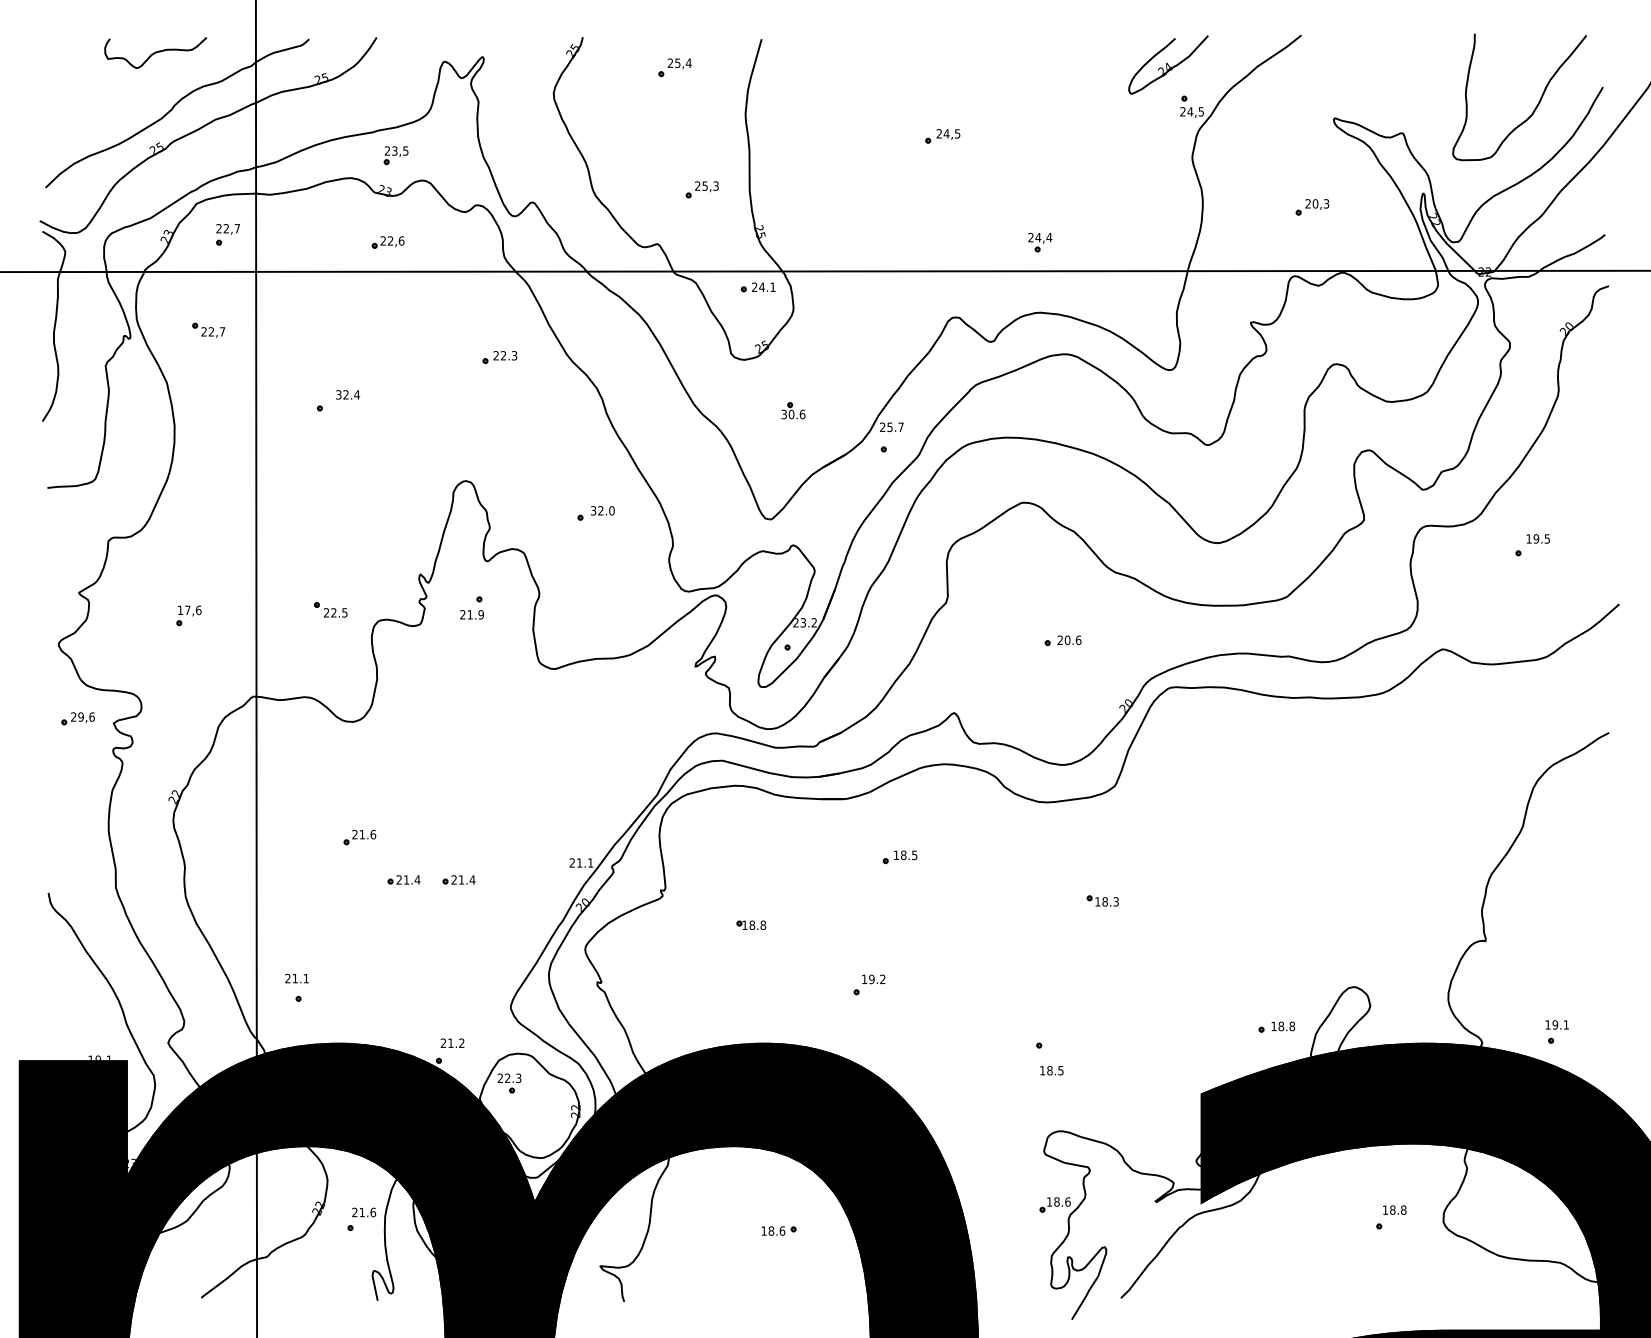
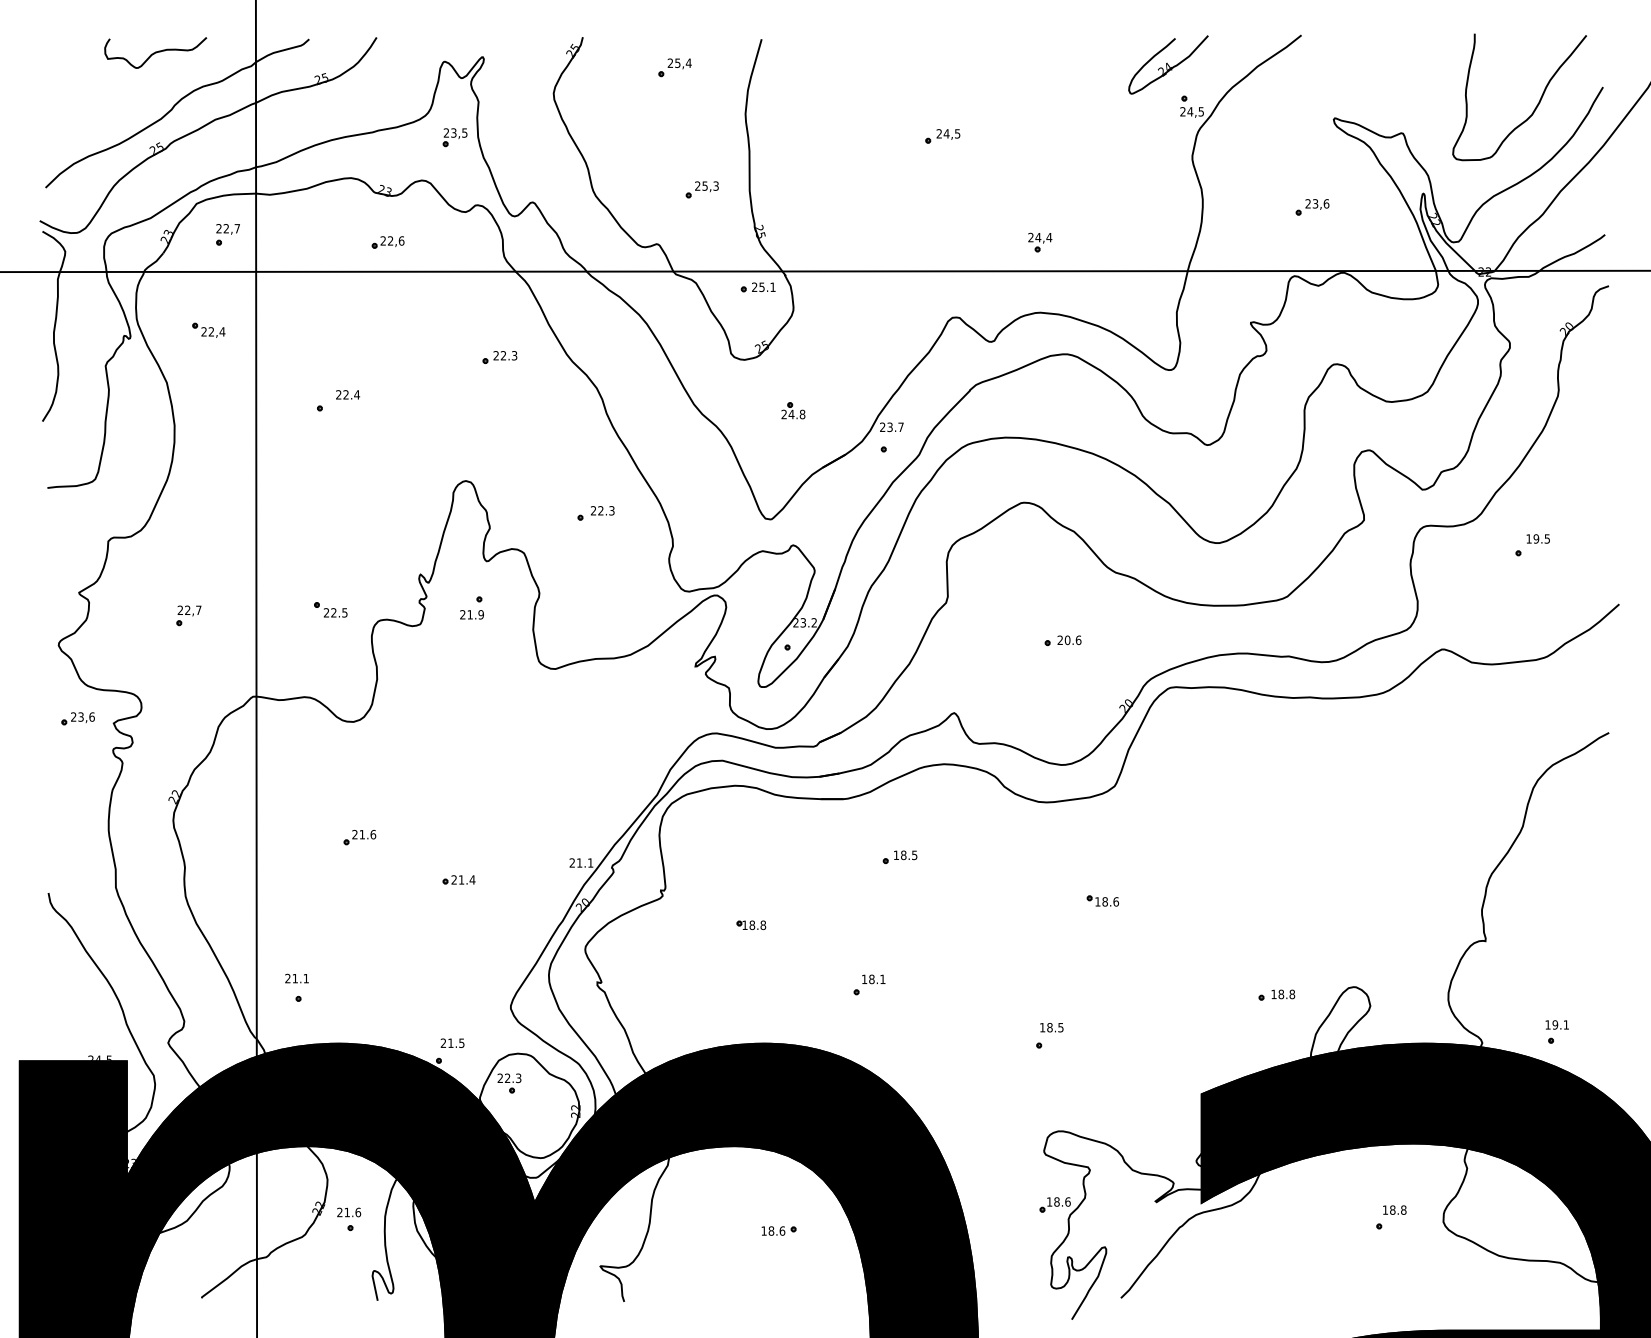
part at (395, 155) position: (395, 155) -> (454, 137)
text at (1320, 203): 20,3 -> 23,6
text at (761, 287): 24.1 -> 25.1
text at (222, 331): 22,7 -> 22,4
text at (338, 394): 32.4 -> 22.4
text at (793, 414): 30.6 -> 24.8
text at (889, 426): 25.7 -> 23.7
text at (602, 510): 32.0 -> 22.3
text at (189, 610): 17,6 -> 22,7
text at (80, 716): 29,6 -> 23,6
part at (403, 879): present -> none
text at (1116, 901): 18.3 -> 18.6
text at (877, 979): 19.2 -> 18.1
part at (1276, 1026) position: (1276, 1026) -> (1276, 994)
text at (461, 1042): 21.2 -> 21.5
text at (99, 1057): 19,1 -> 24,5
text at (1051, 1070) position: (1051, 1070) -> (1051, 1027)
text at (364, 1212) position: (364, 1212) -> (349, 1212)
